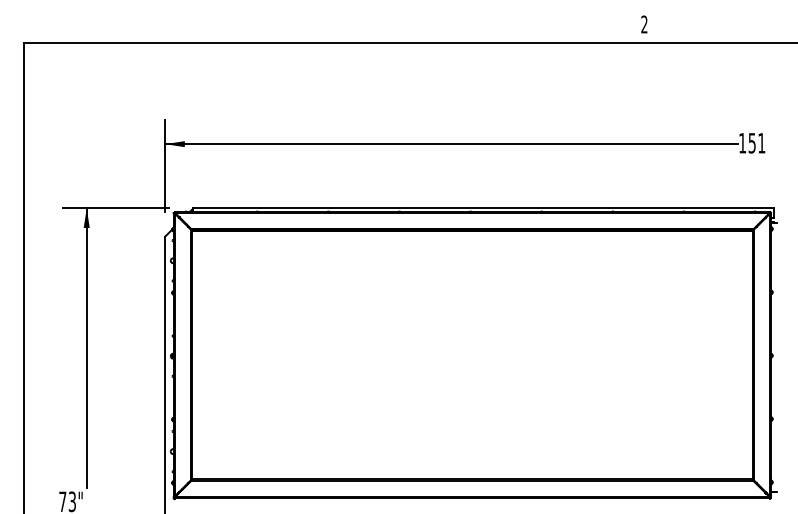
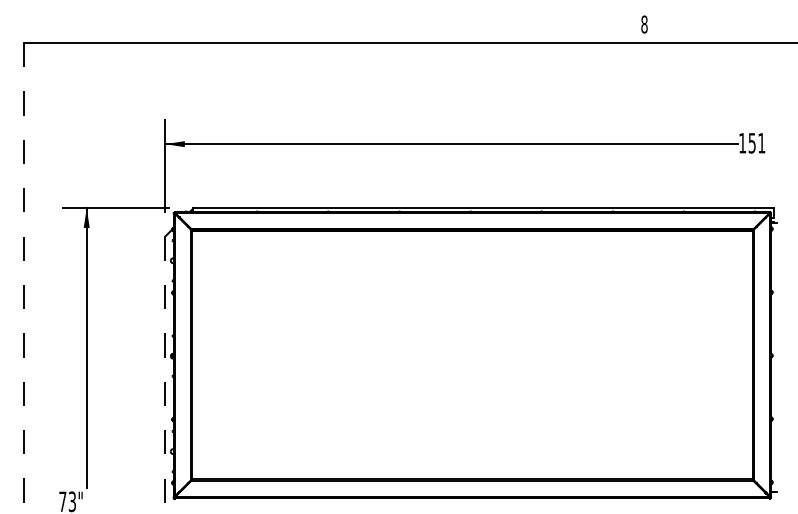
text at (644, 24): 2 -> 8
line at (23, 278): solid -> dashed
line at (165, 375): solid -> dashed
